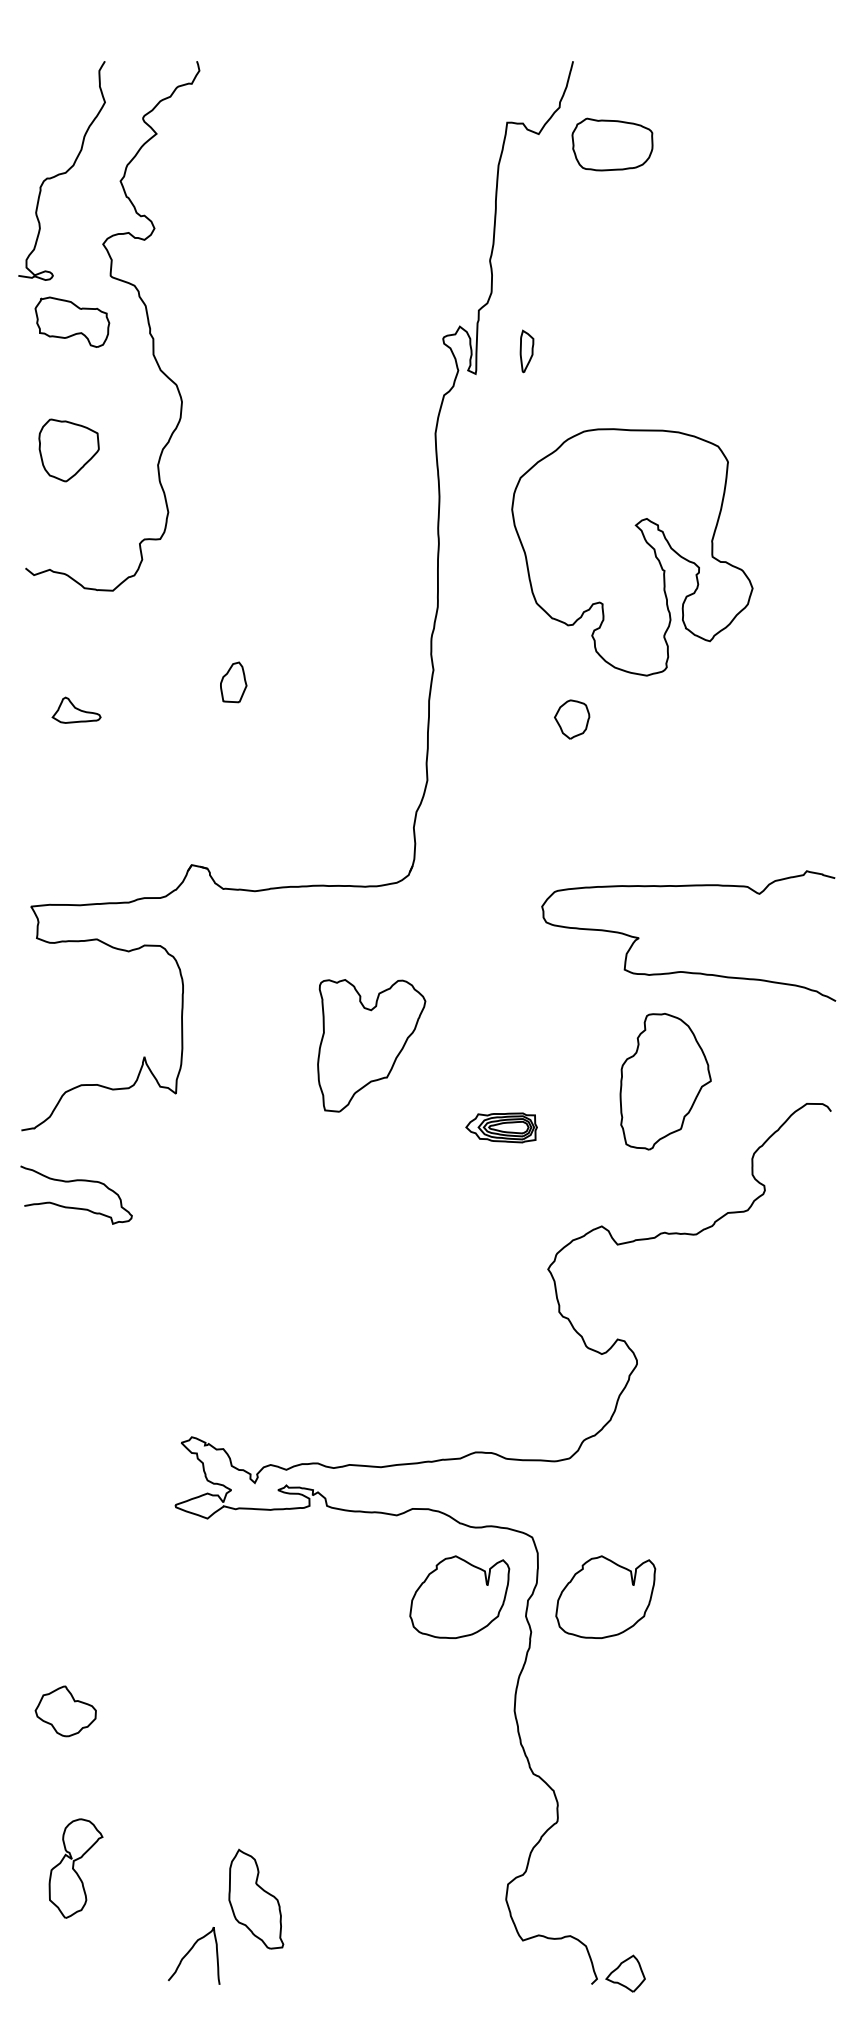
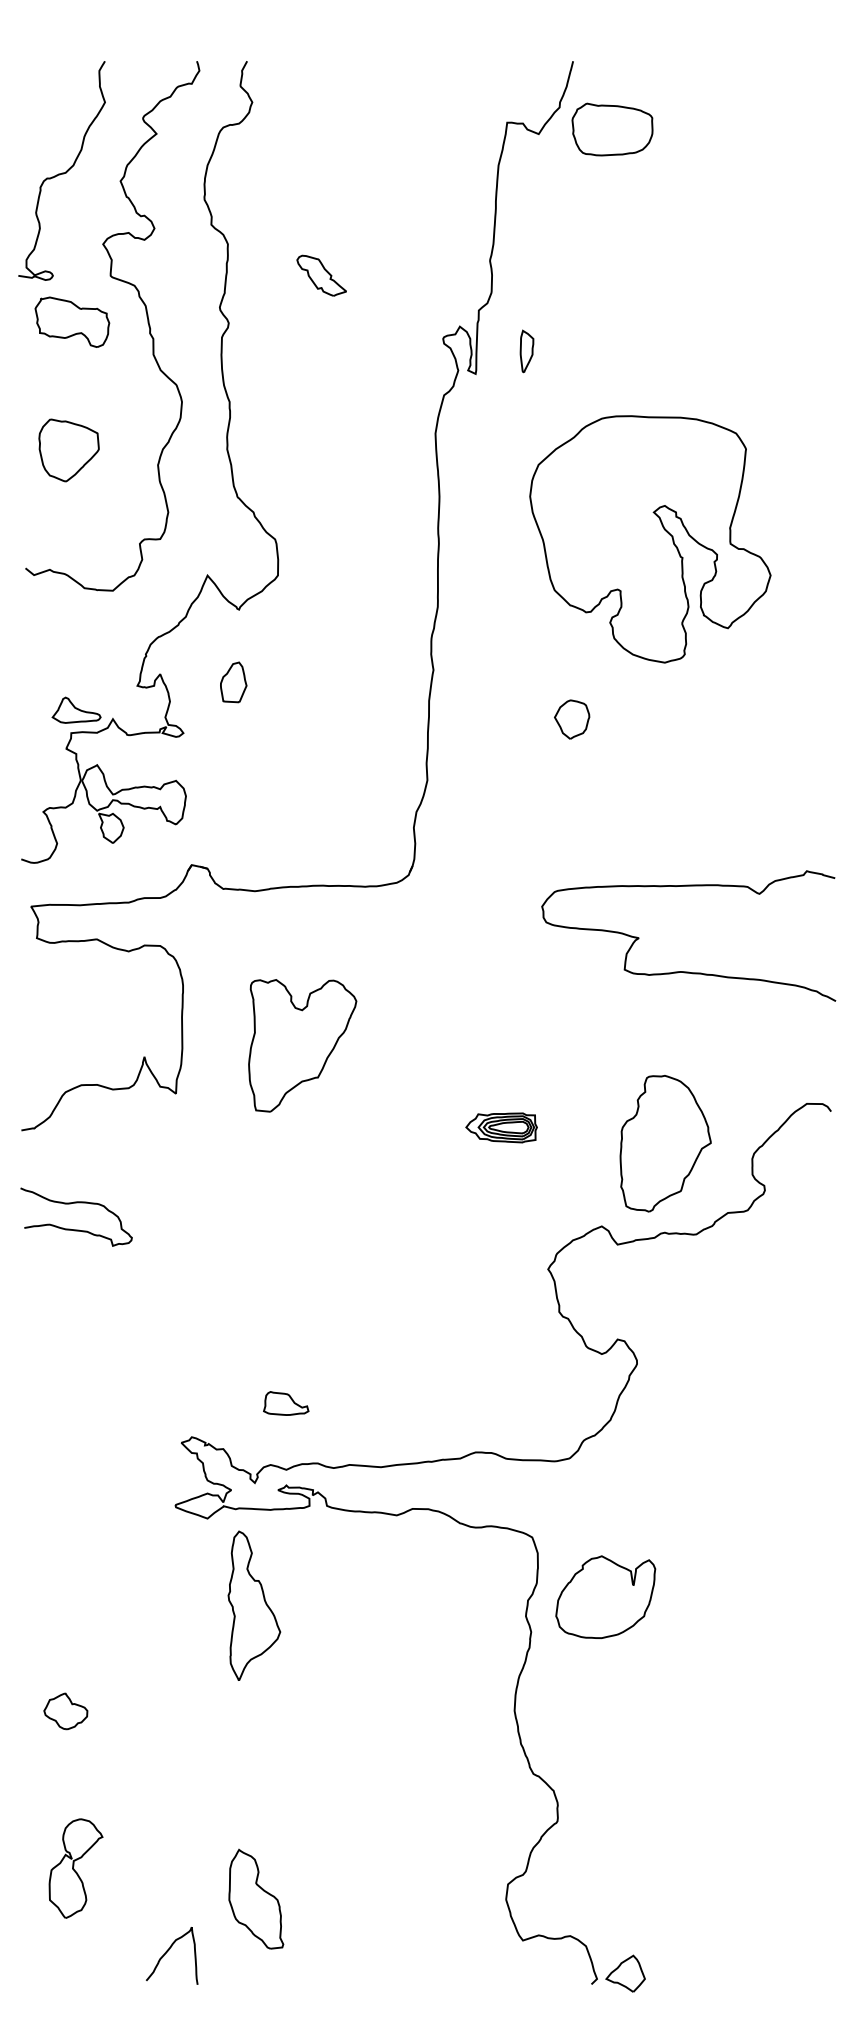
part at (612, 144) position: (612, 144) -> (612, 129)
part at (321, 275): none -> present
part at (226, 451): none -> present
part at (632, 552) position: (632, 552) -> (650, 539)
part at (371, 1045) position: (371, 1045) -> (302, 1045)
part at (665, 1081) position: (665, 1081) -> (665, 1143)
curve at (76, 1181) position: (76, 1181) -> (76, 1203)
part at (286, 1403): none -> present
part at (459, 1596): present -> none
part at (254, 1605): none -> present
part at (65, 1711) size: 63x53 px -> 46x39 px
curve at (190, 1951) position: (190, 1951) -> (168, 1951)
